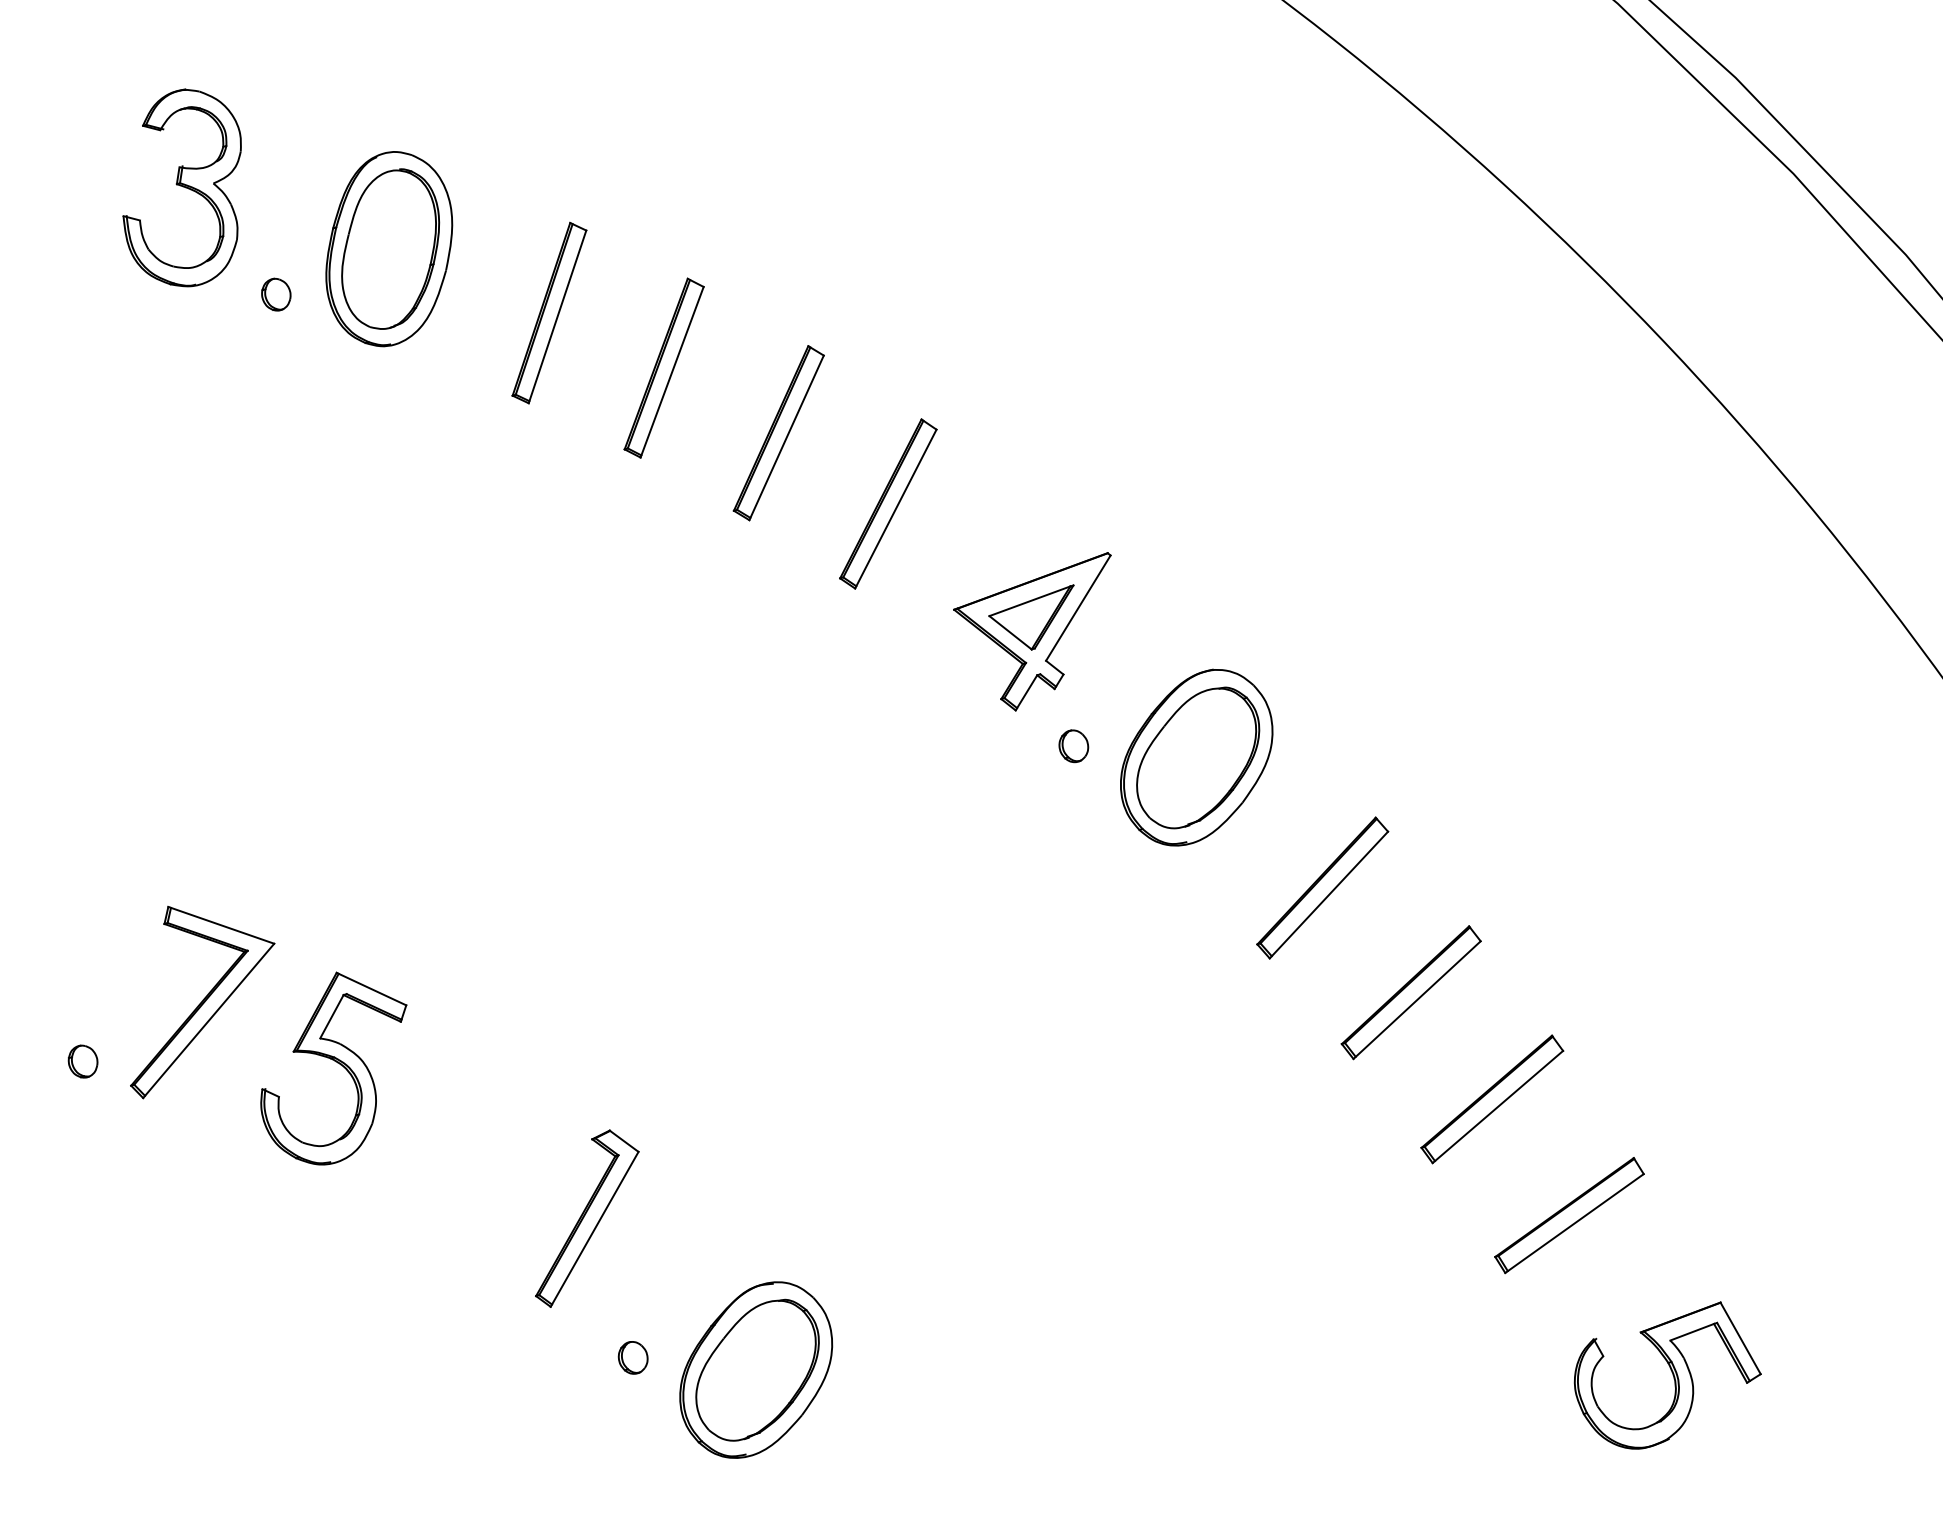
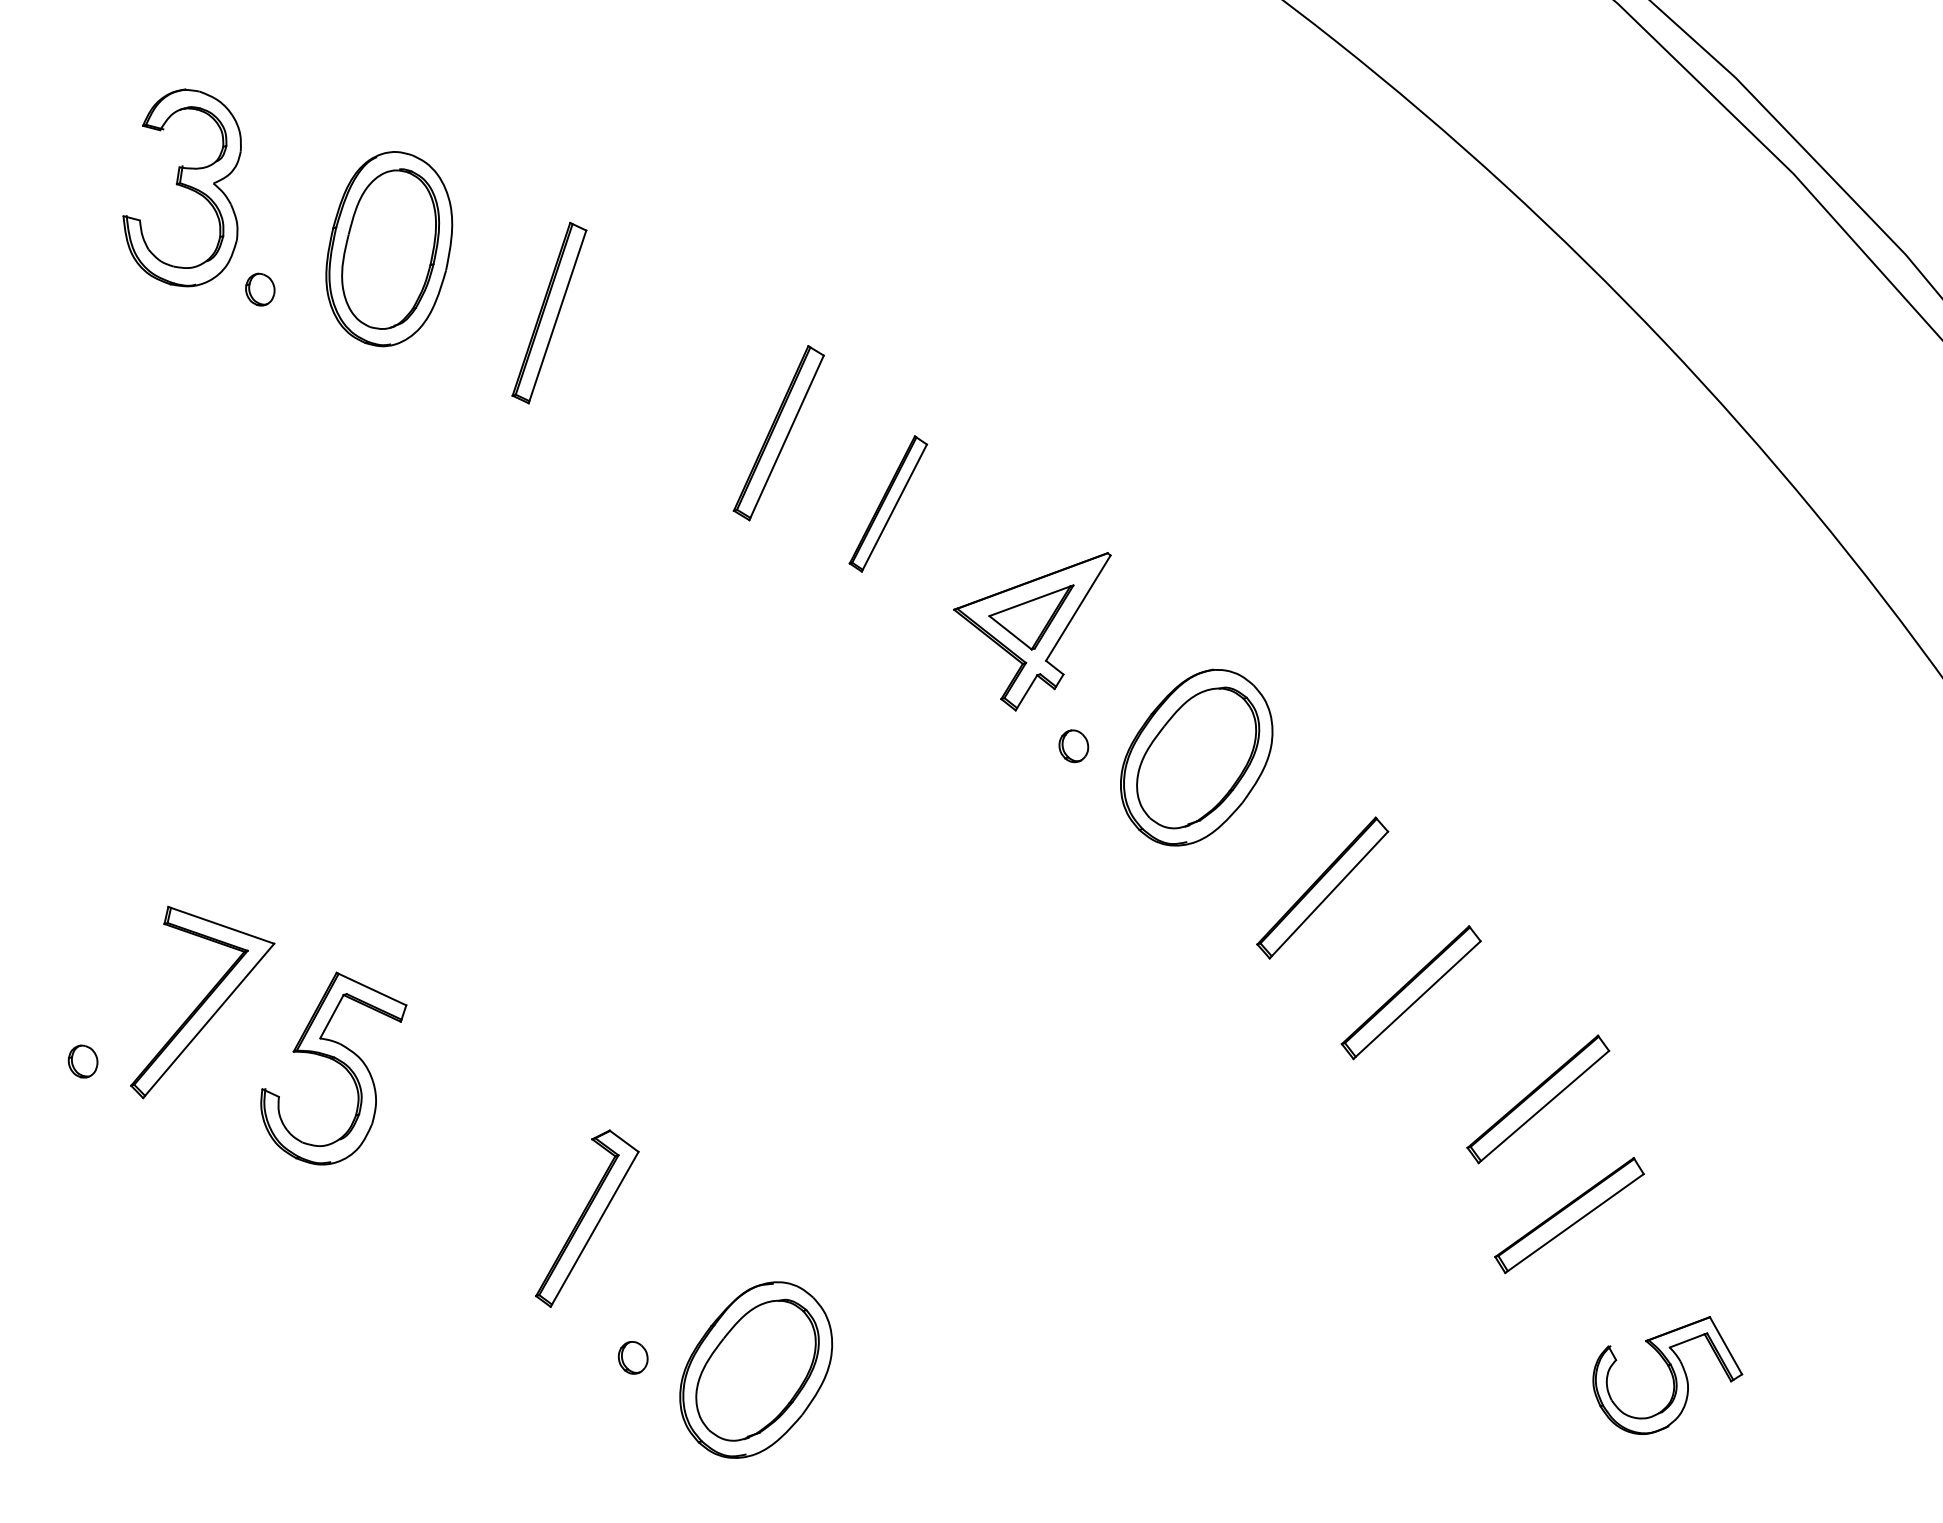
part at (276, 294) position: (276, 294) -> (260, 289)
part at (663, 367): present -> none
part at (888, 503) size: 99x172 px -> 81x138 px
part at (1492, 1099) position: (1492, 1099) -> (1538, 1099)
part at (1667, 1375) size: 189x149 px -> 152x119 px
